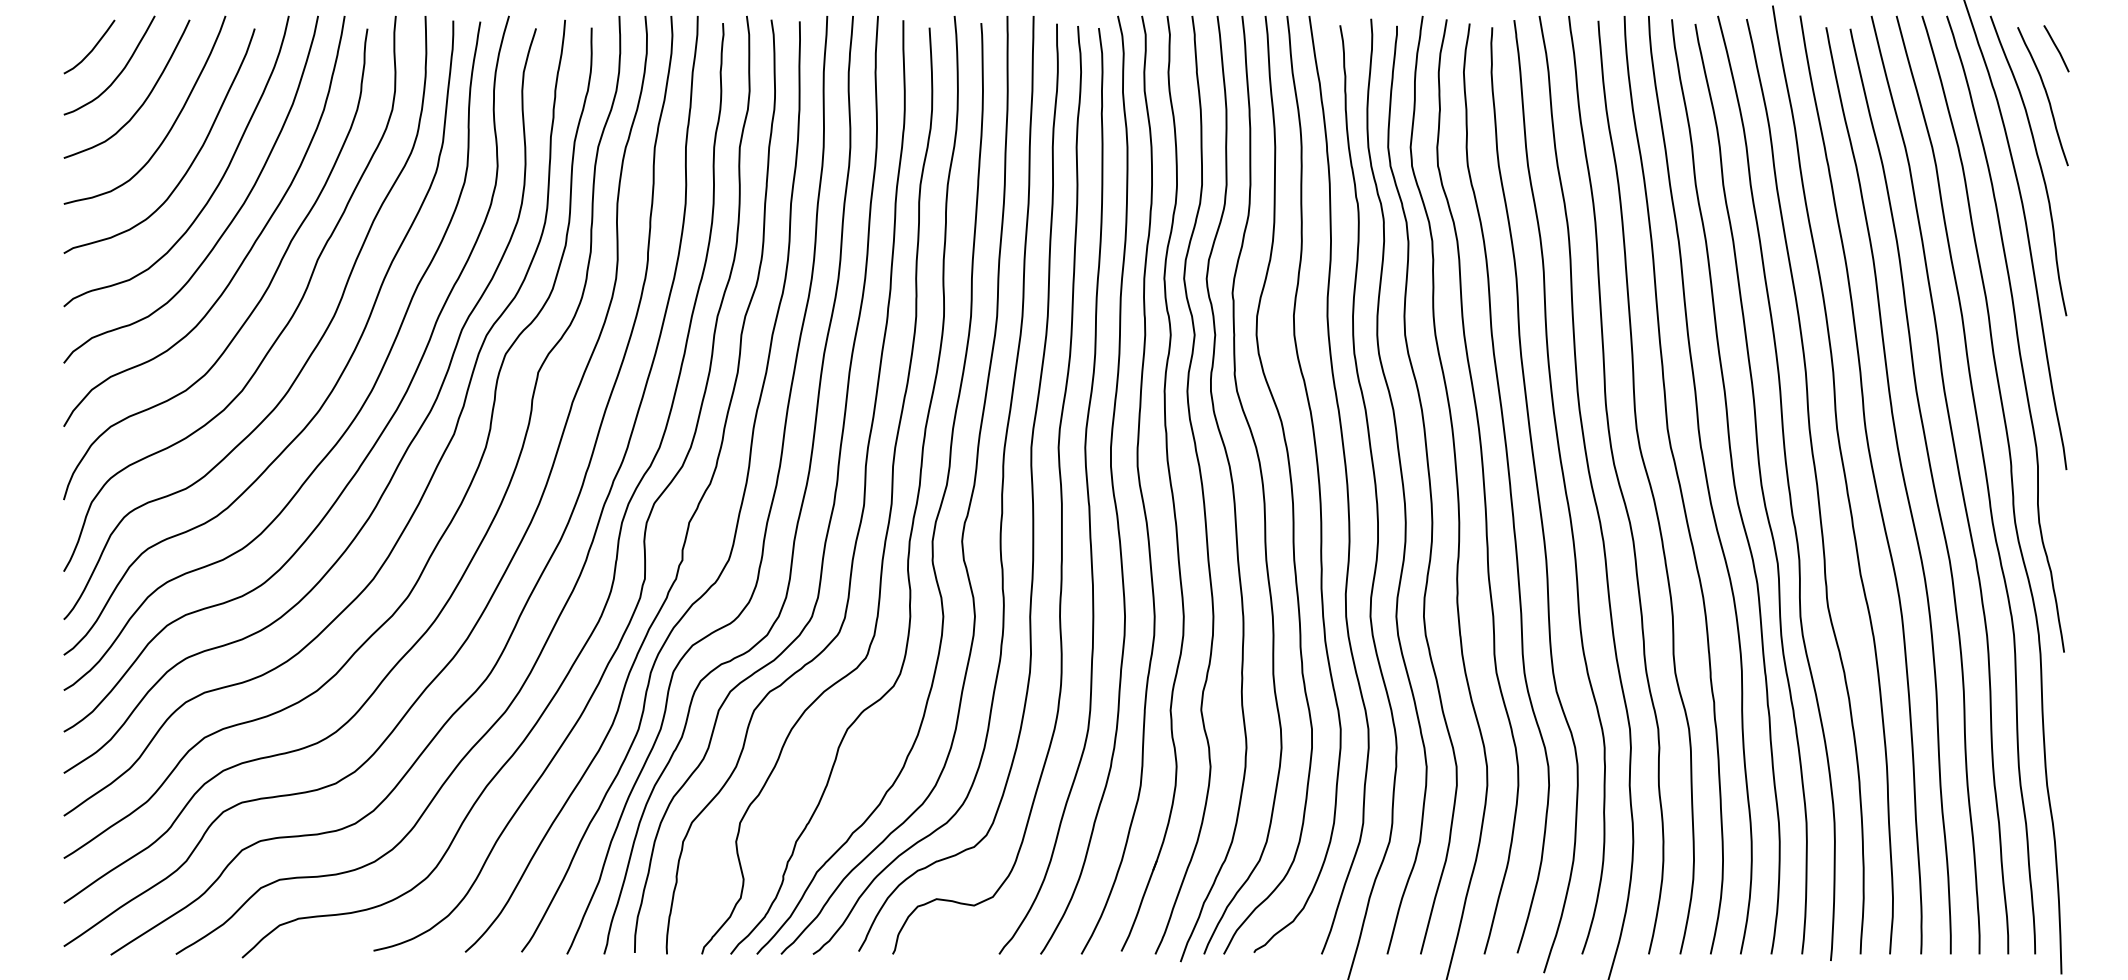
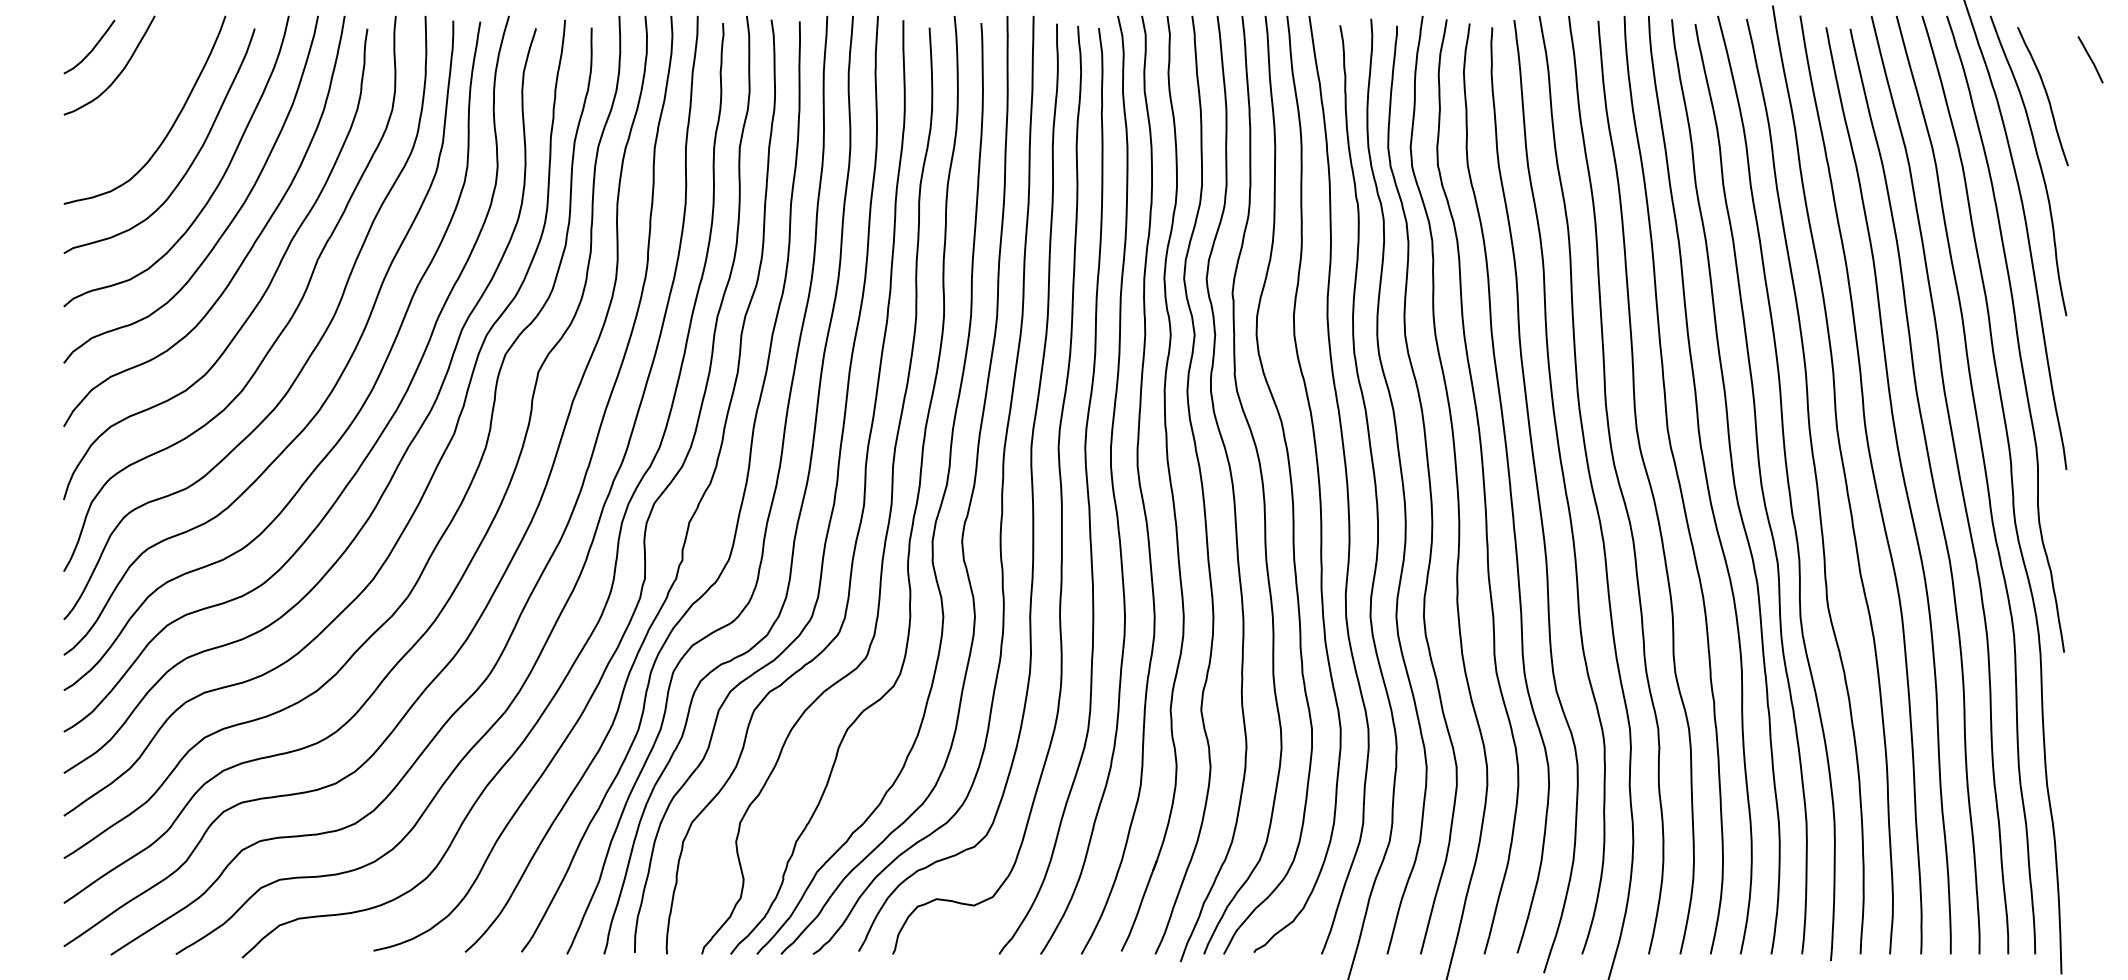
line at (2056, 48) position: (2056, 48) -> (2090, 59)
curve at (143, 101): present -> none
